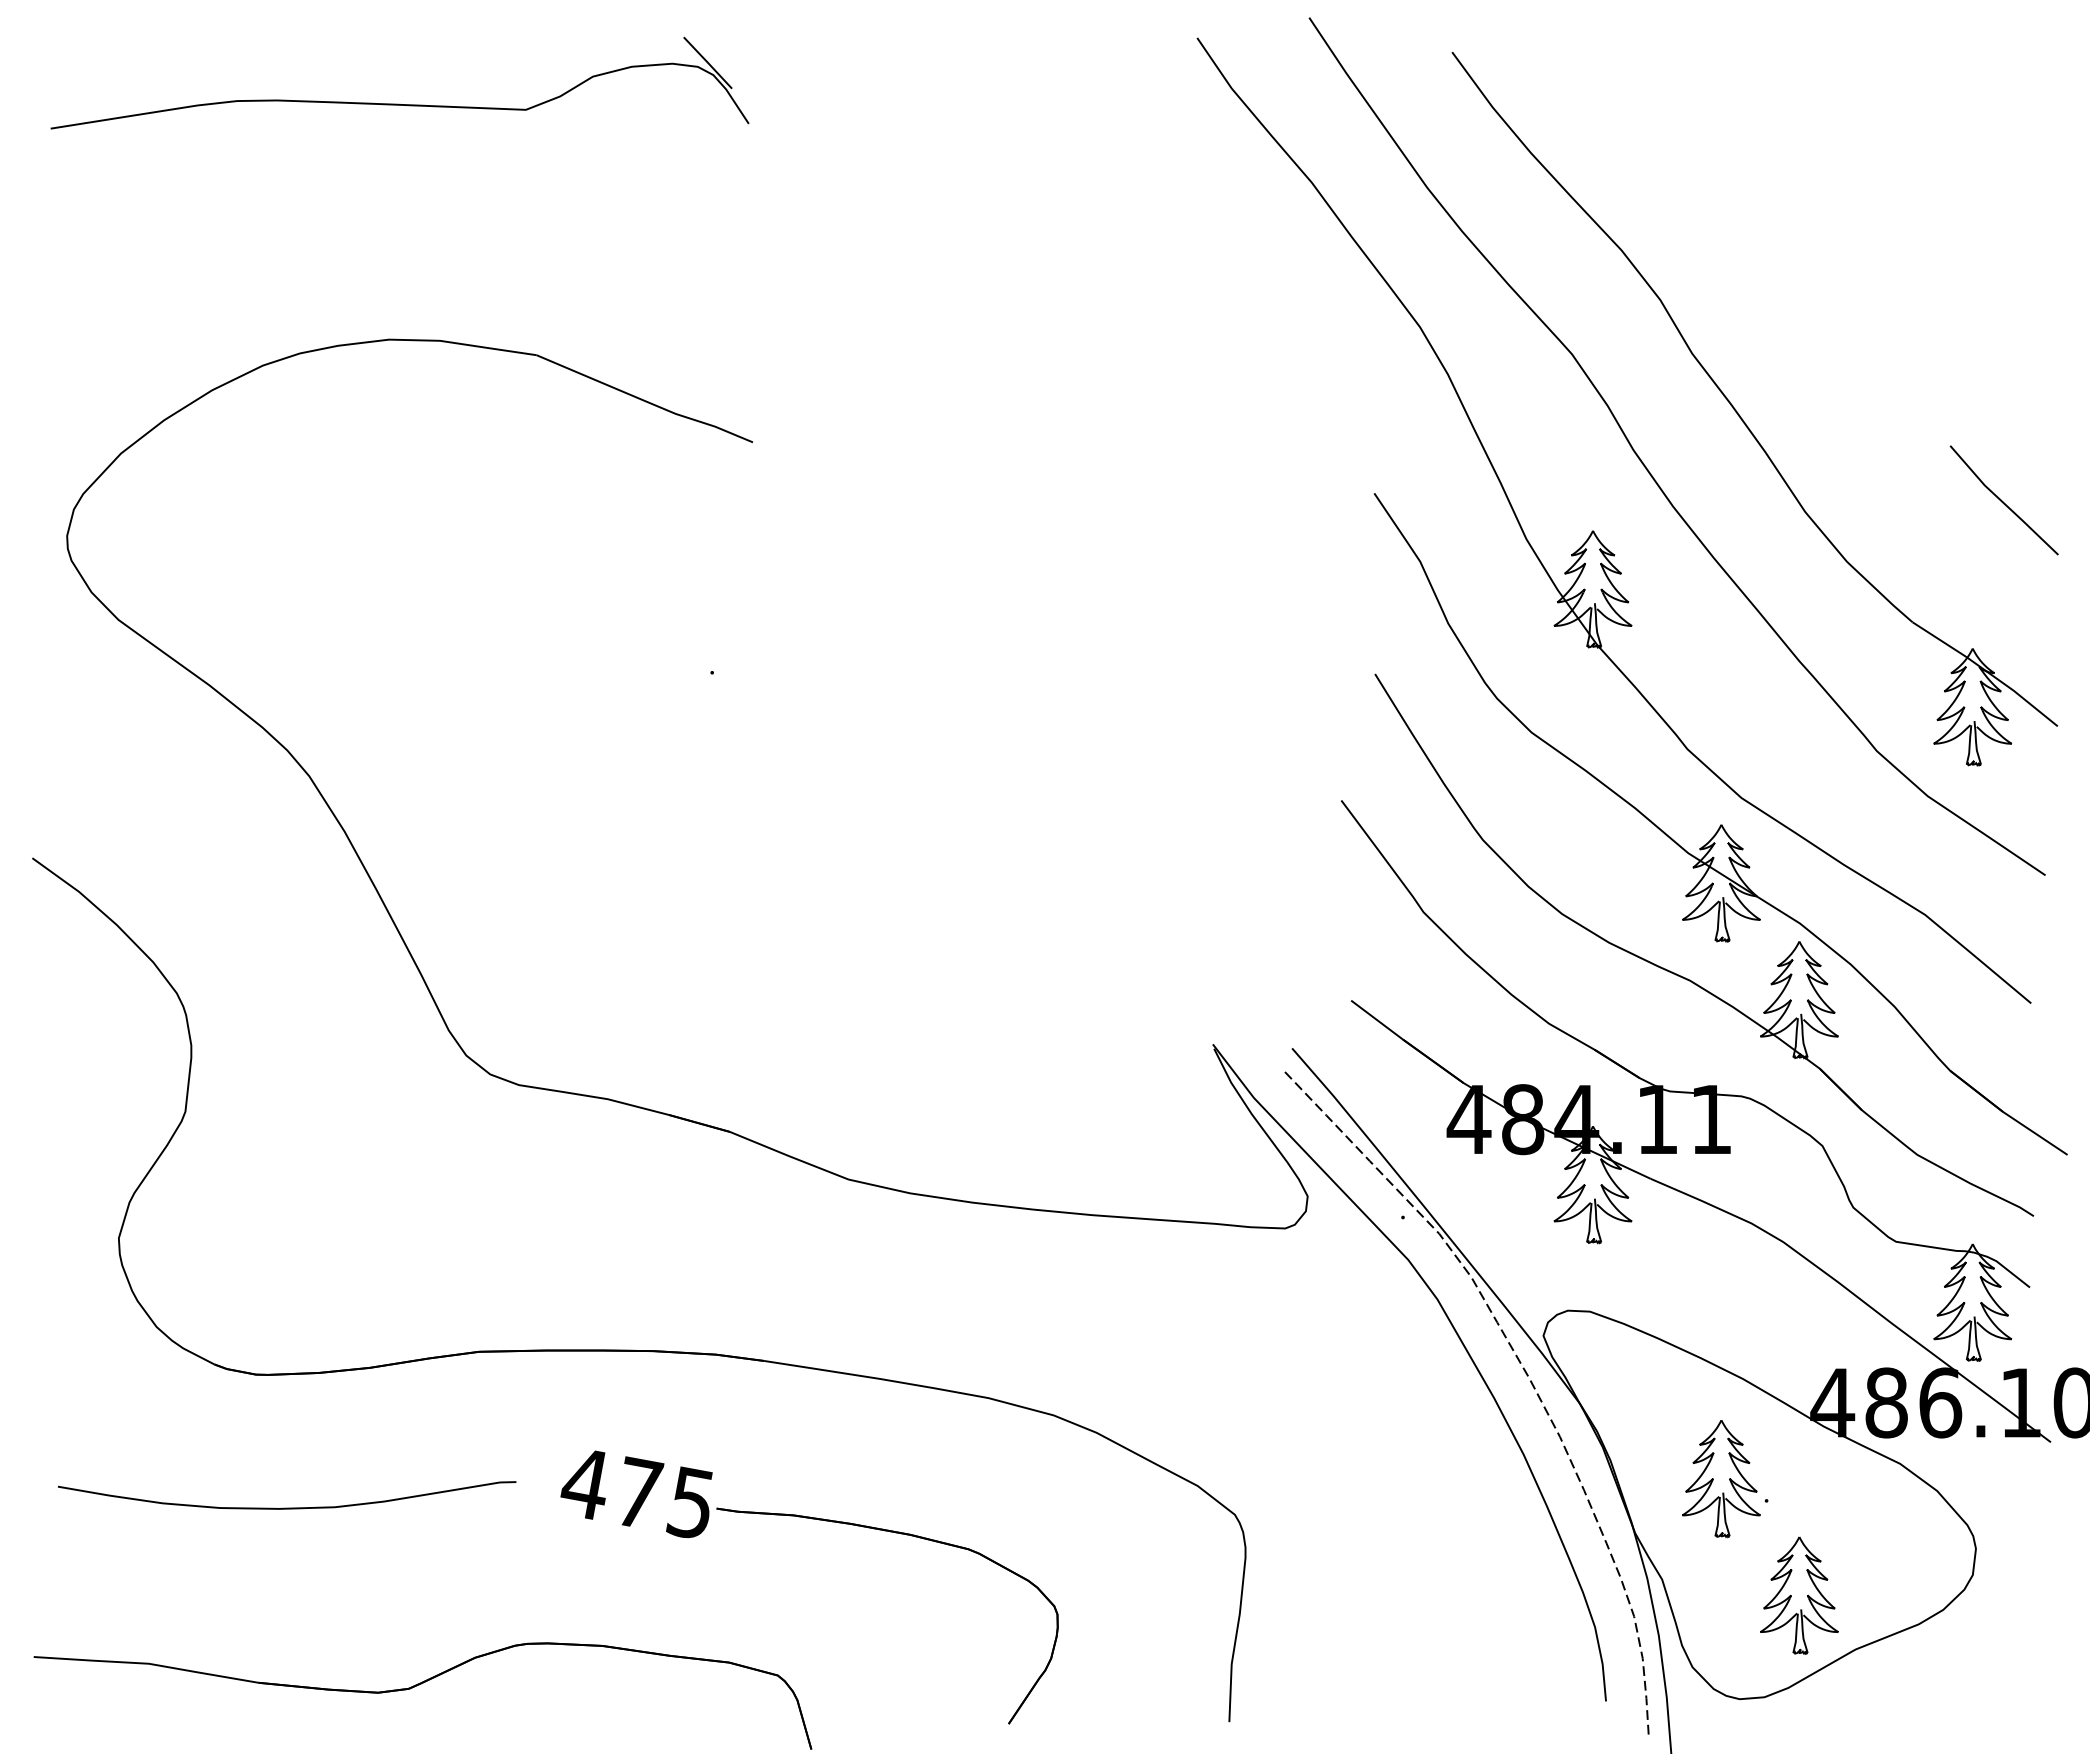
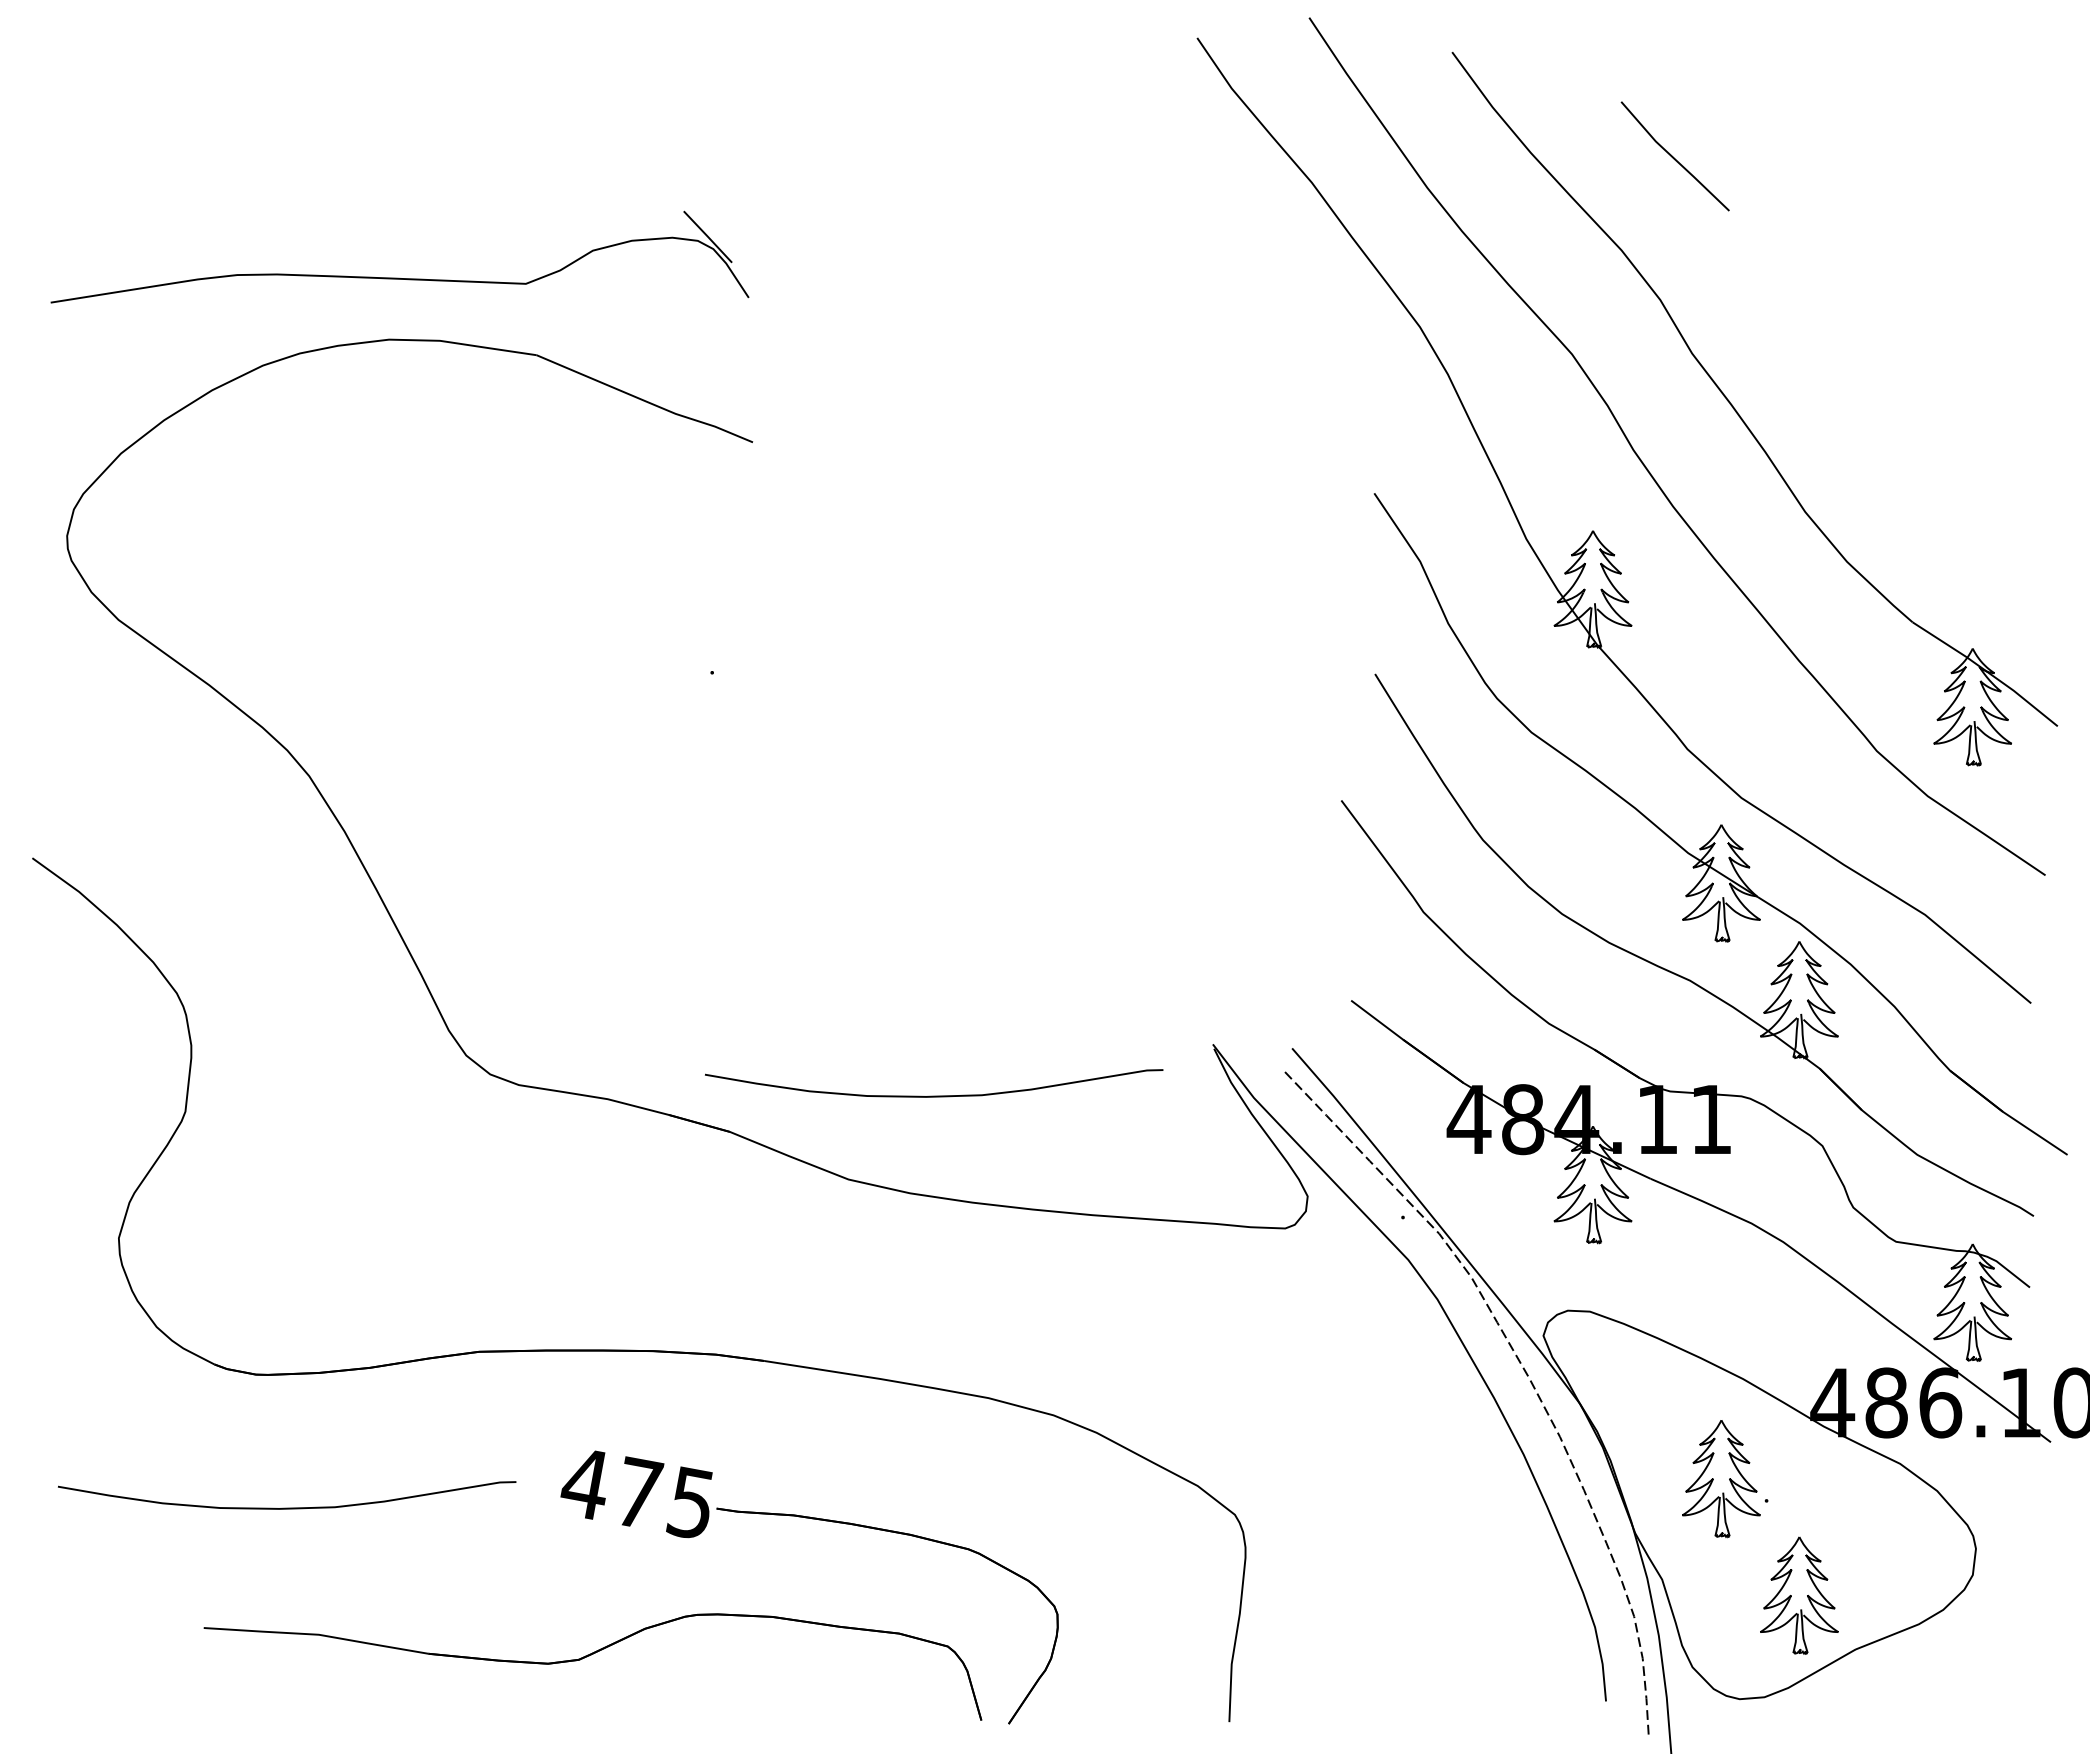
part at (399, 103) position: (399, 103) -> (399, 277)
line at (2002, 500) position: (2002, 500) -> (1673, 156)
curve at (934, 1095): none -> present
part at (419, 1685) position: (419, 1685) -> (589, 1656)
